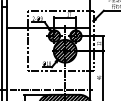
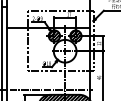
hatch at (64, 50): present -> none
